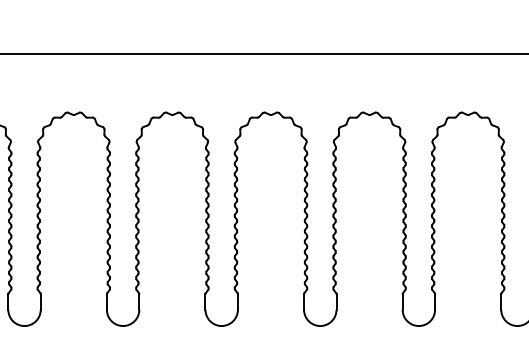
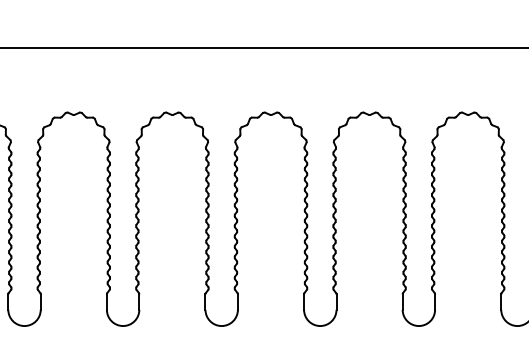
line at (263, 53) position: (263, 53) -> (263, 47)
